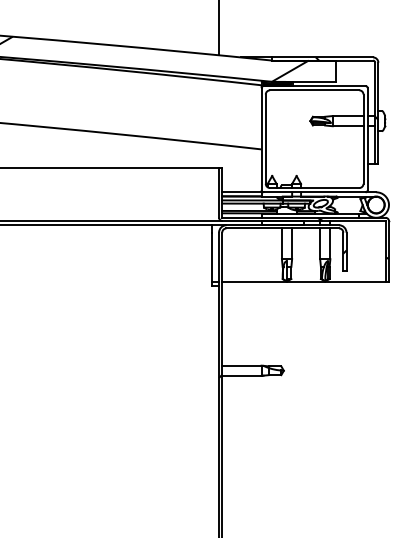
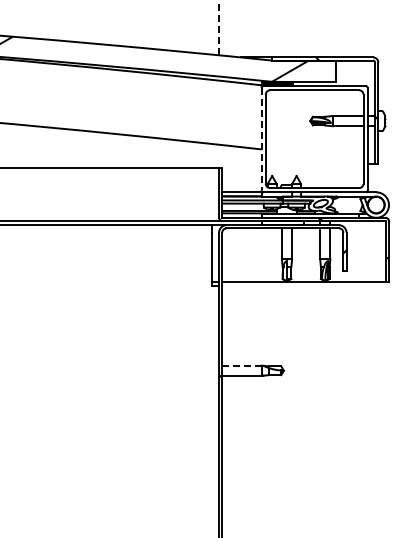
line at (219, 27): solid -> dashed
line at (261, 139): solid -> dashed
line at (241, 365): solid -> dashed
